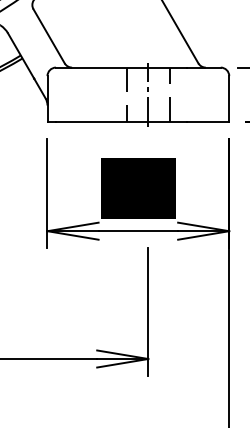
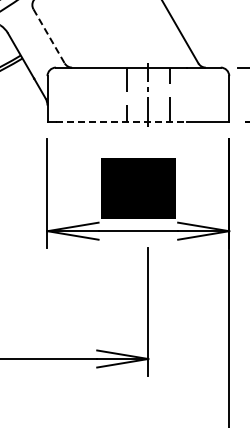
line at (49, 36): solid -> dashed
line at (121, 121): solid -> dashed
